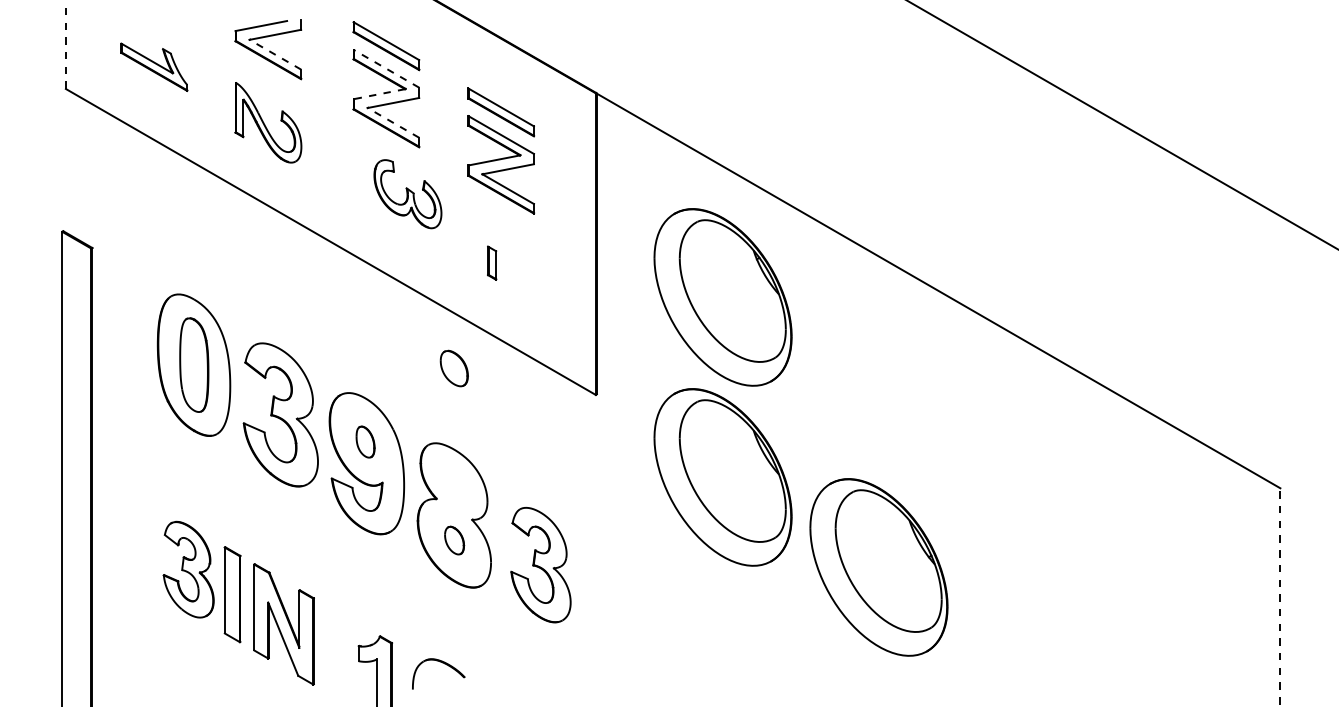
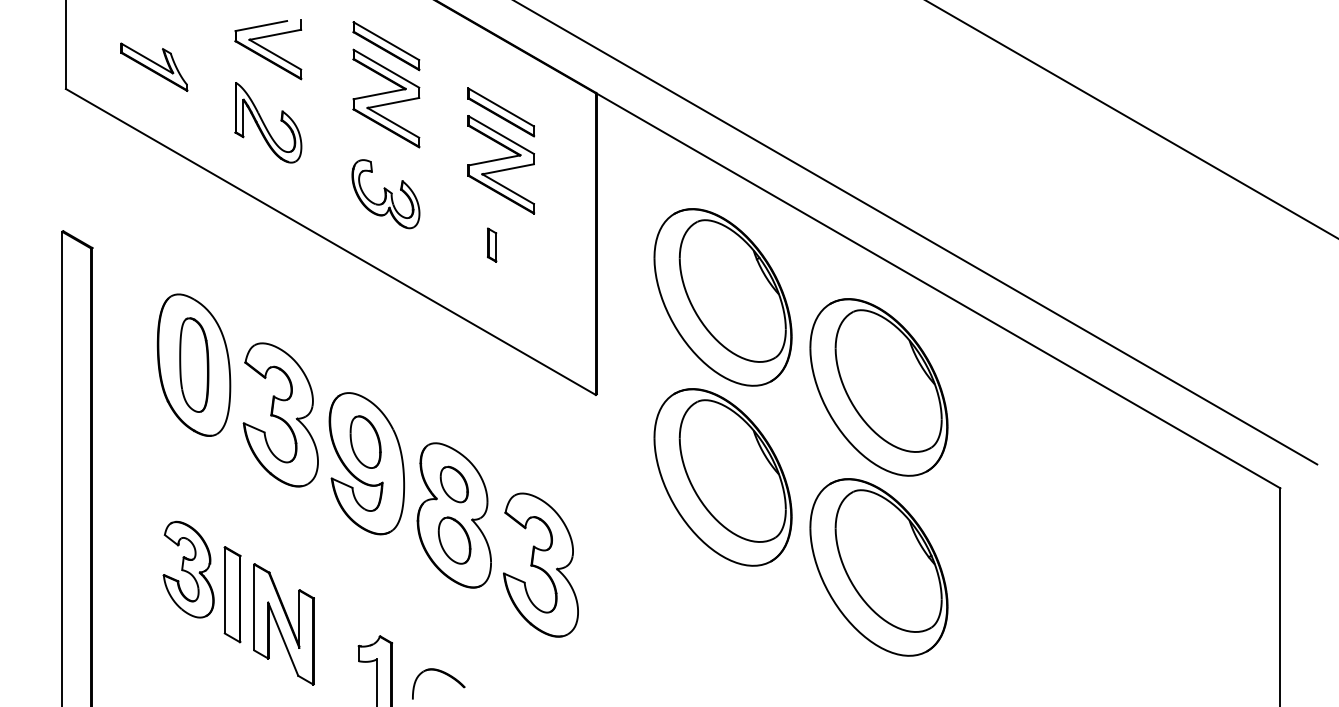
line at (65, 45): dashed -> solid
line at (275, 54): dashed -> solid
line at (386, 68): dashed -> solid
line at (378, 94): dashed -> solid
line at (393, 122): dashed -> solid
line at (1122, 125) position: (1122, 125) -> (1132, 119)
part at (407, 194) position: (407, 194) -> (385, 194)
line at (916, 233): none -> present
part at (492, 262) position: (492, 262) -> (492, 244)
part at (453, 368) position: (453, 368) -> (453, 484)
part at (878, 387): none -> present
part at (365, 441) size: 21x34 px -> 33x54 px
part at (454, 540) size: 22x31 px -> 35x49 px
part at (540, 564) size: 62x118 px -> 76x146 px
line at (1280, 597): dashed -> solid
part at (442, 663) position: (442, 663) -> (442, 673)
